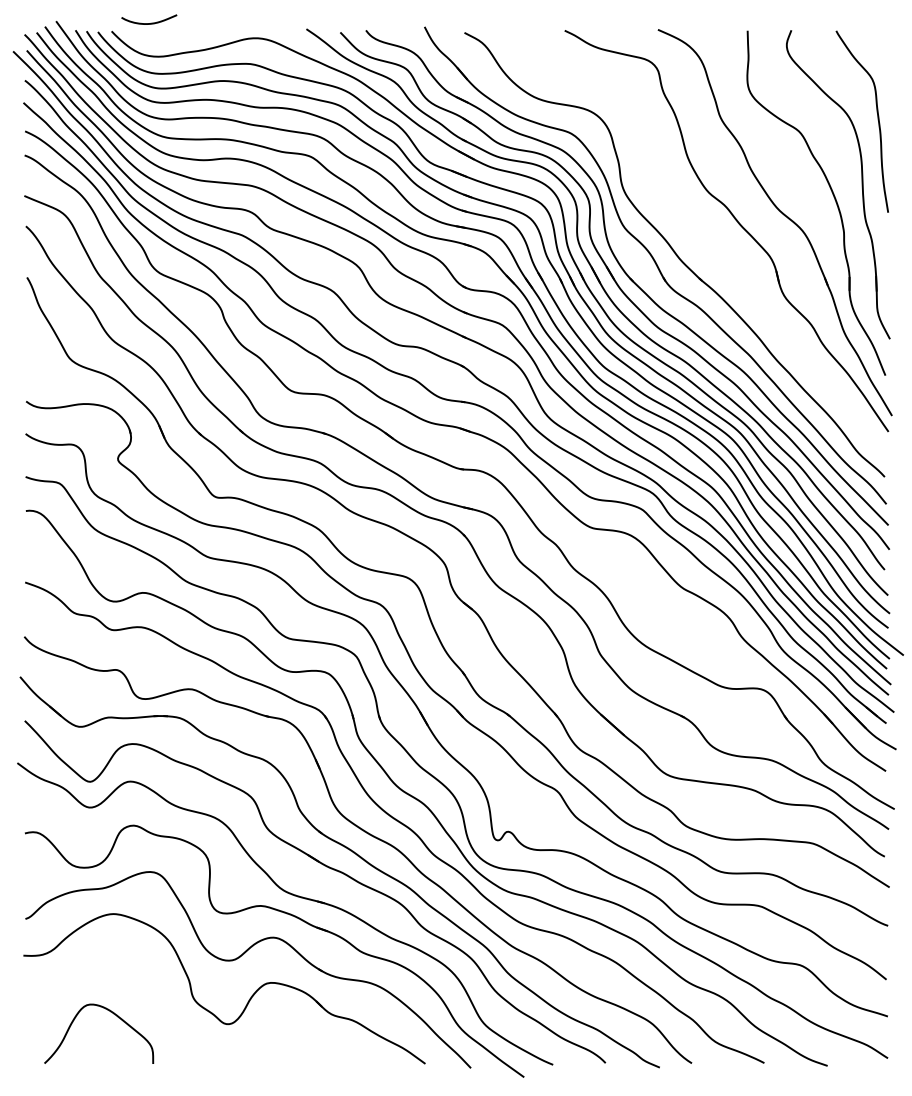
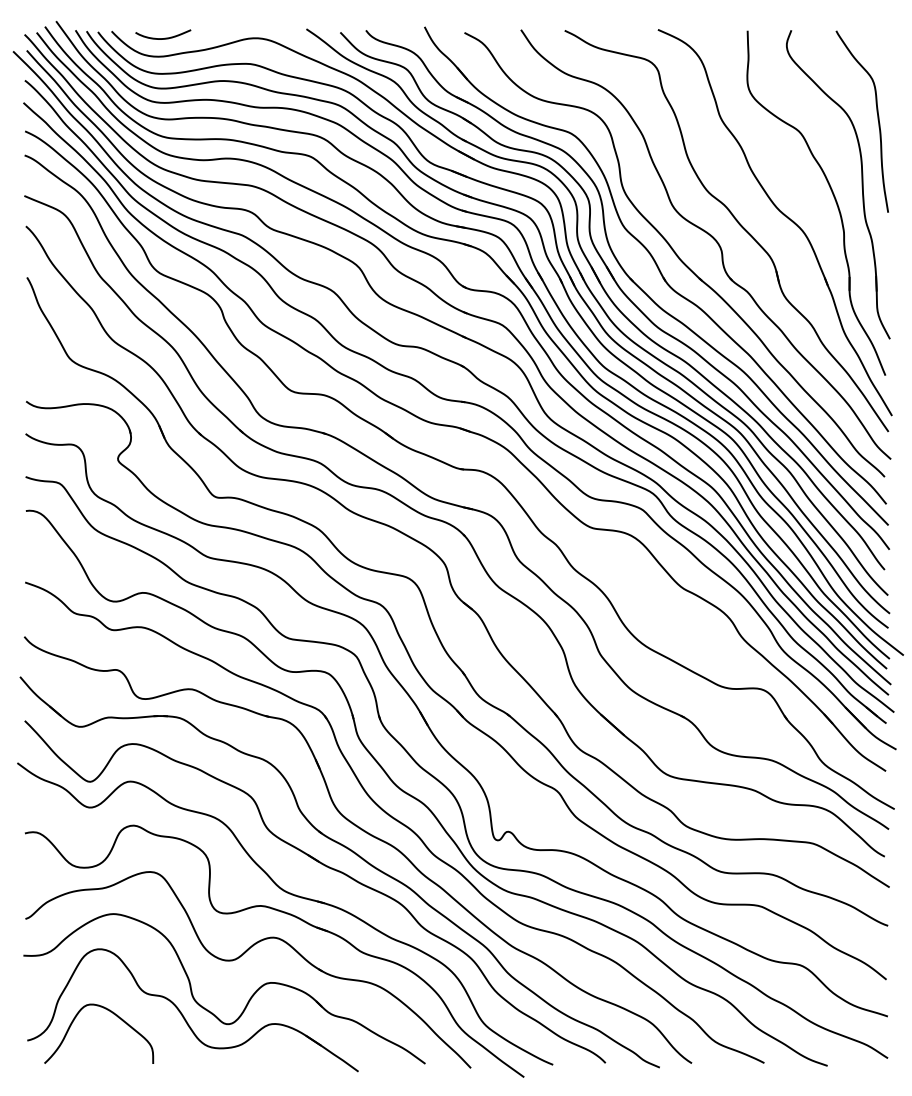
curve at (151, 22) position: (151, 22) -> (165, 37)
part at (711, 237): none -> present
part at (184, 1016): none -> present
